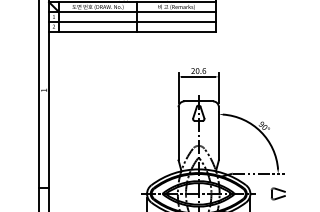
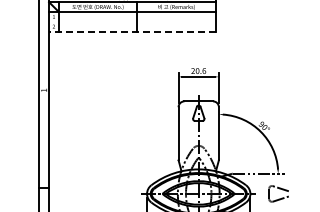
line at (132, 21): present -> none
line at (131, 31): solid -> dashed
part at (277, 193) size: 16x14 px -> 21x18 px
